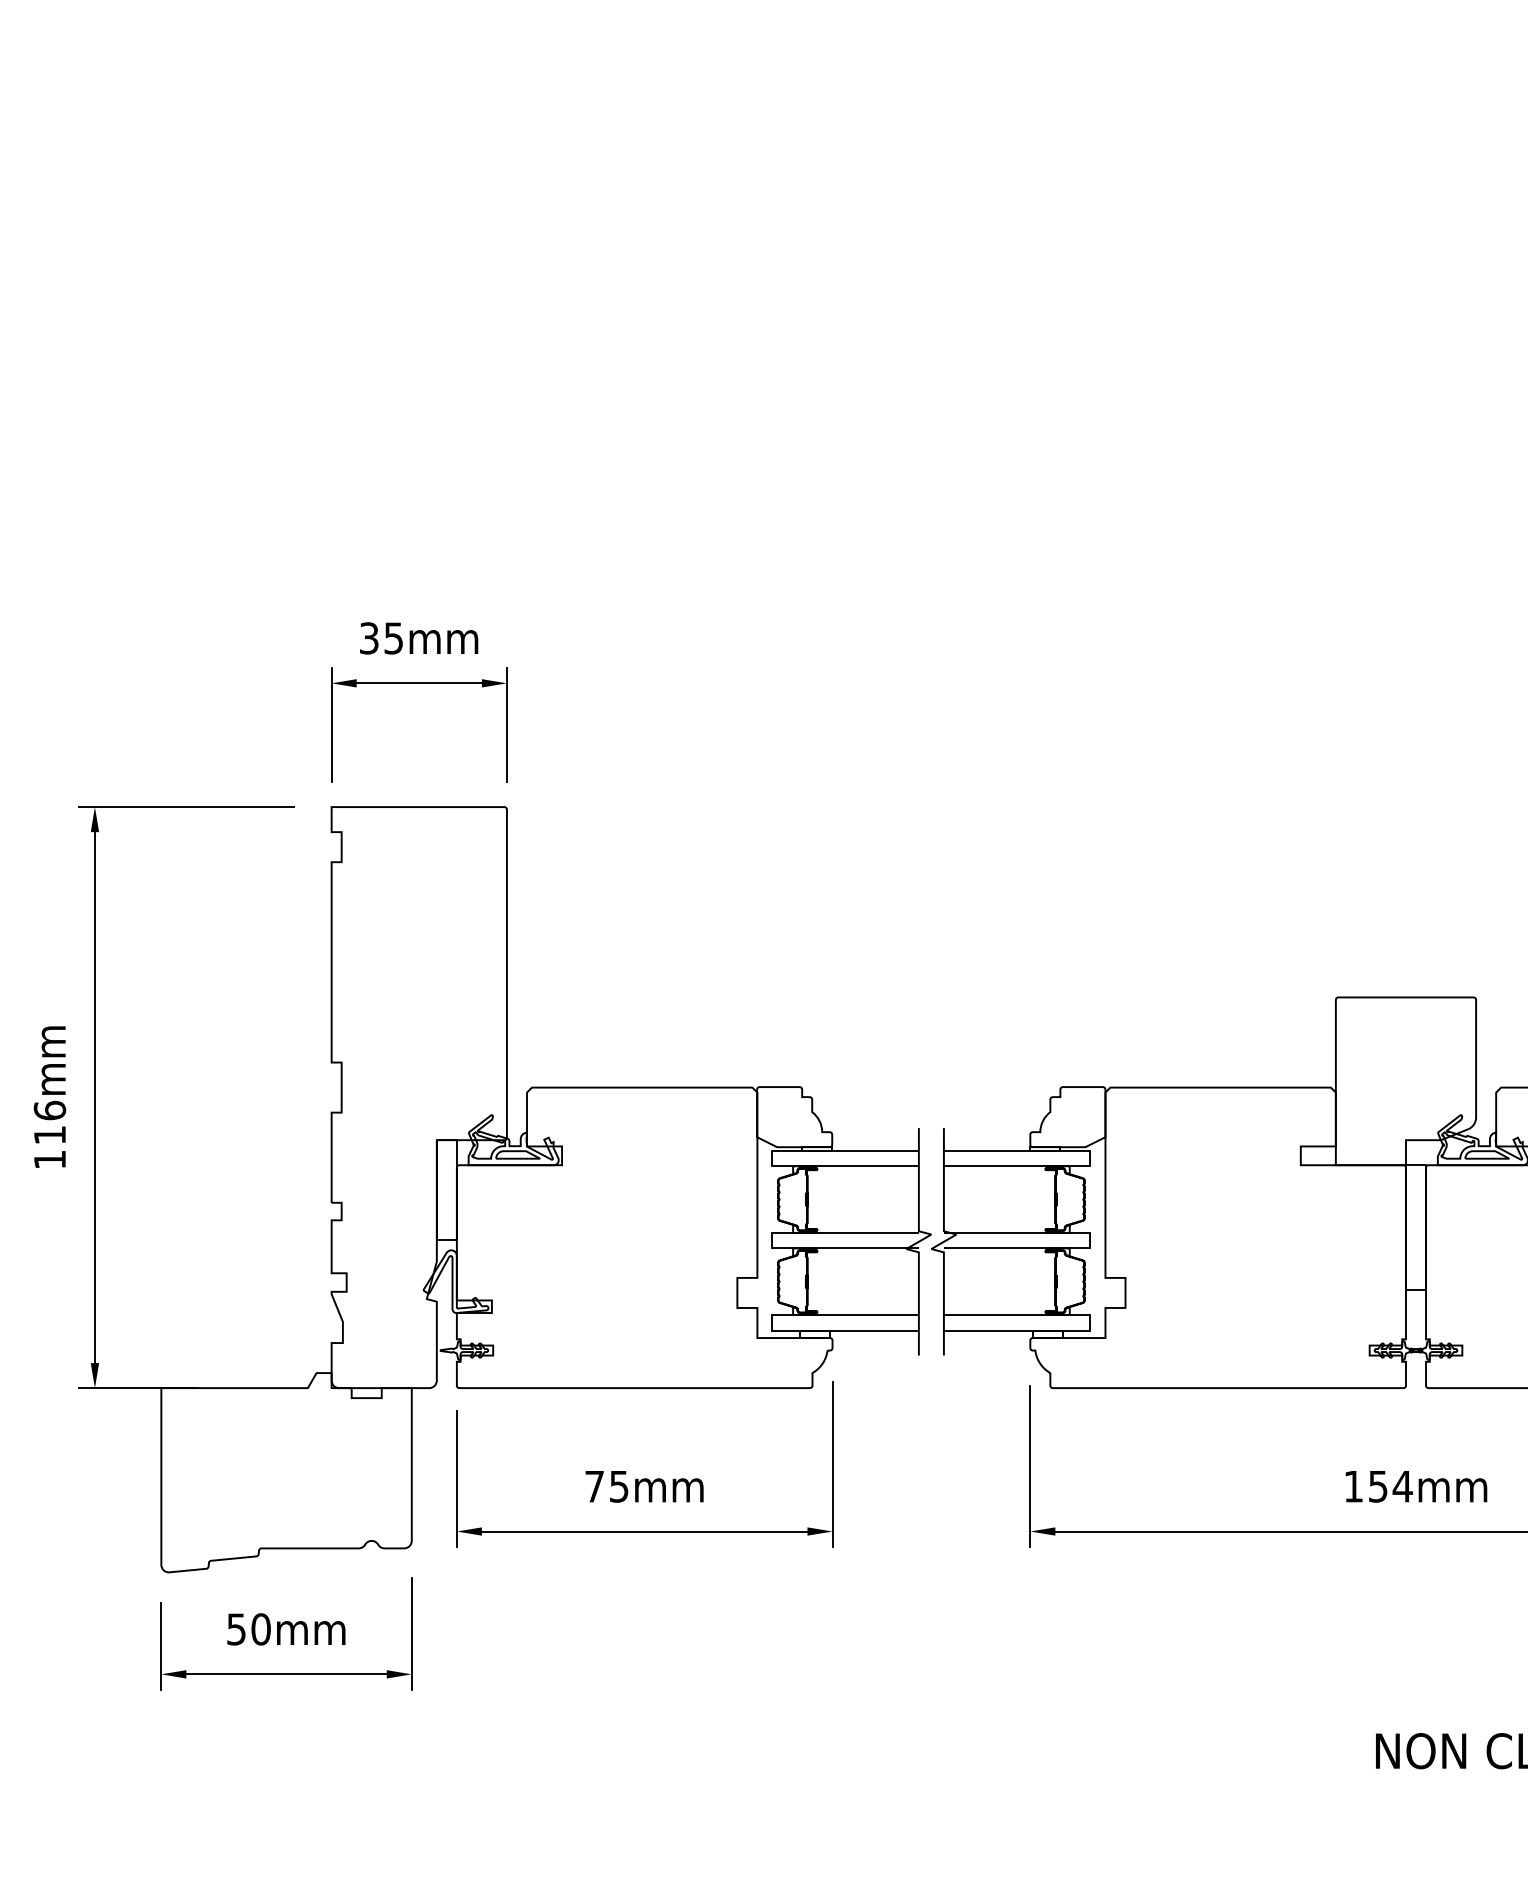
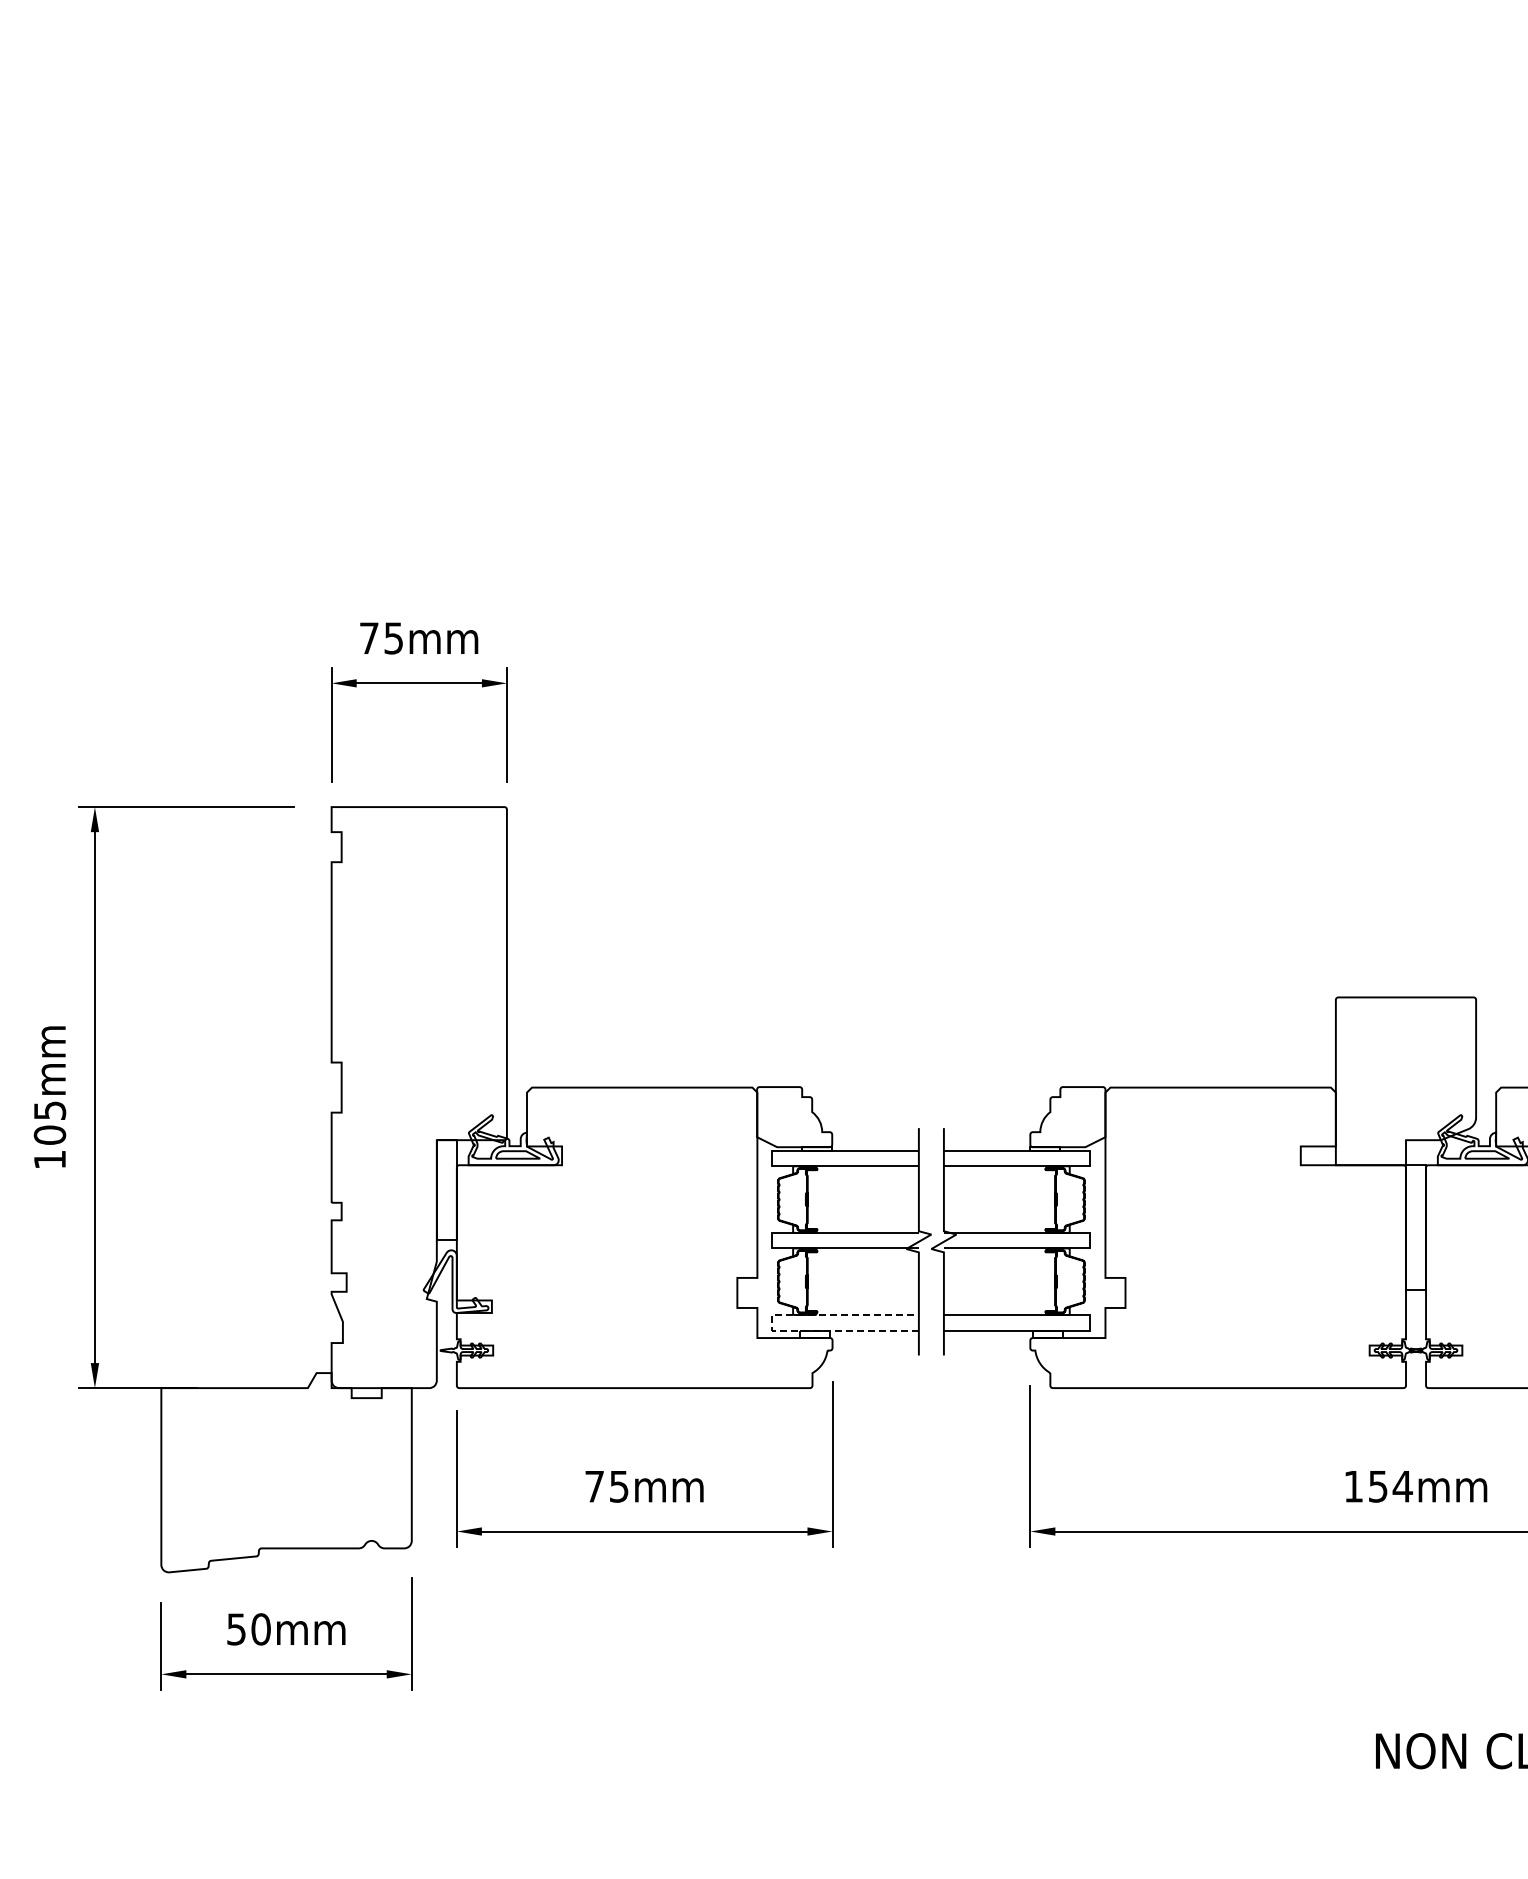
text at (369, 638): 35mm -> 75mm
text at (49, 1122): 116mm -> 105mm
line at (772, 1322): solid -> dashed
